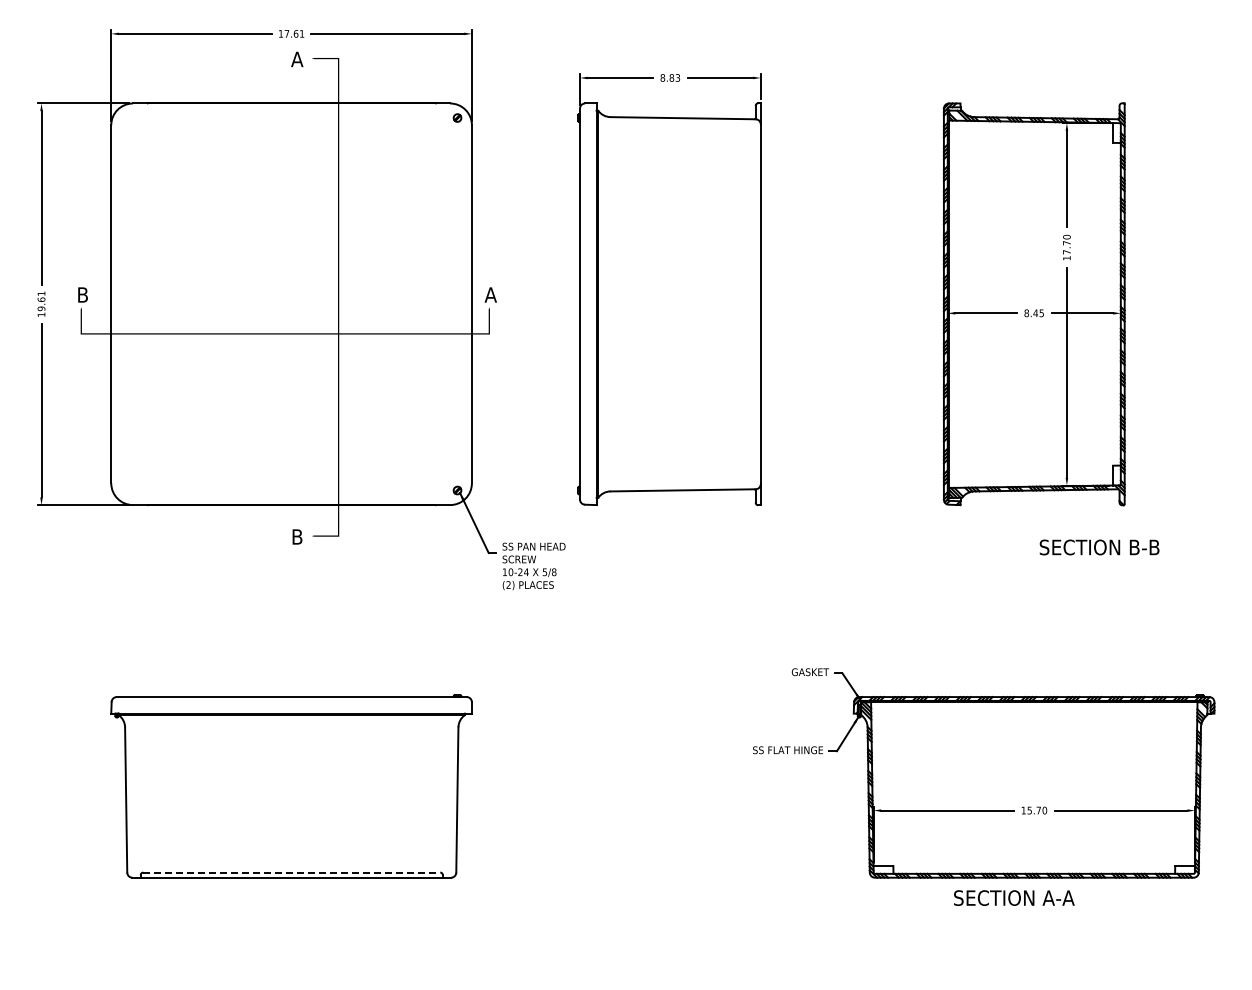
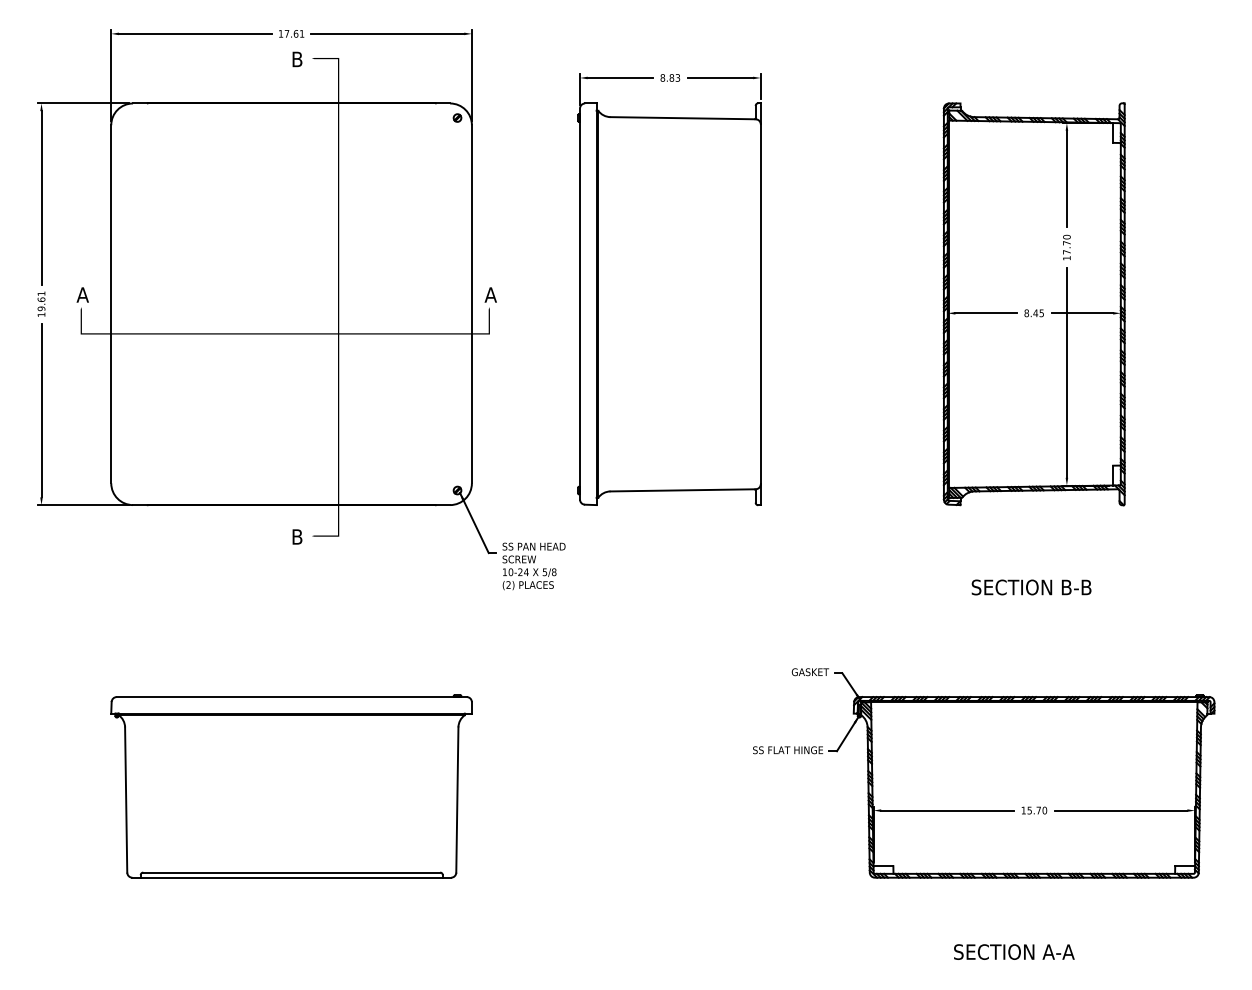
text at (297, 59): A -> B
text at (82, 294): B -> A
text at (1099, 547) position: (1099, 547) -> (1031, 587)
line at (292, 872): dashed -> solid
text at (1014, 897) position: (1014, 897) -> (1014, 951)
